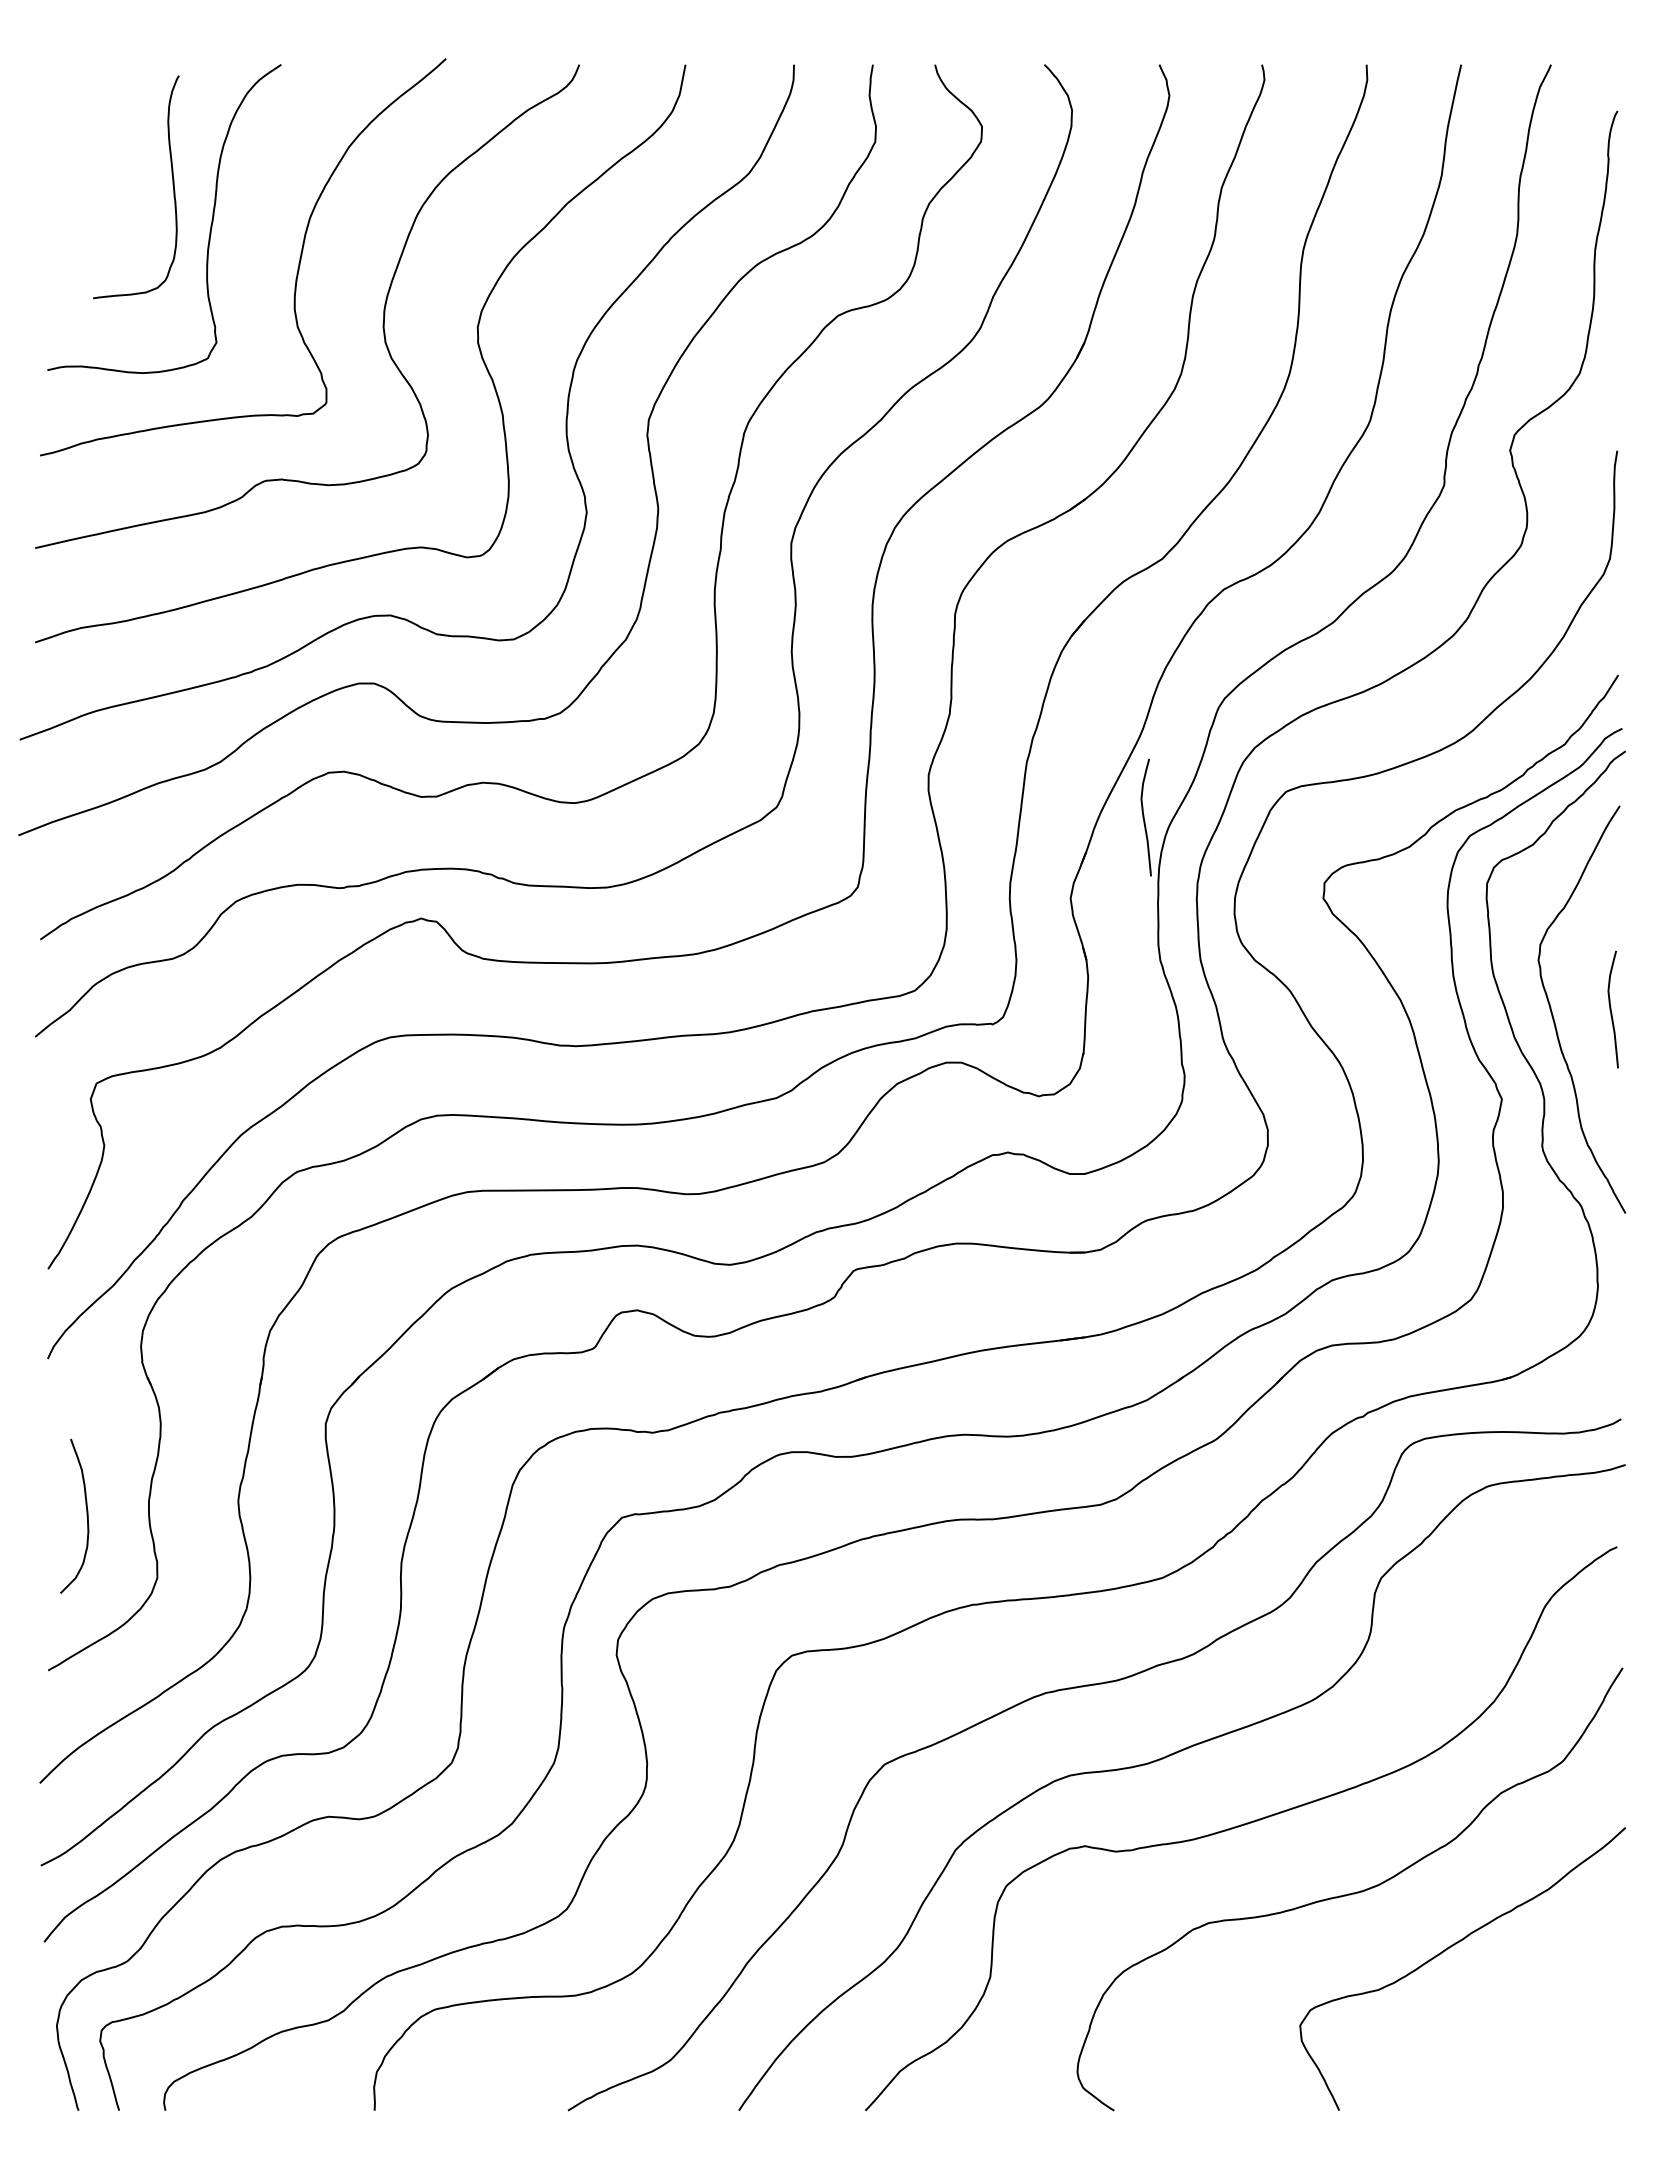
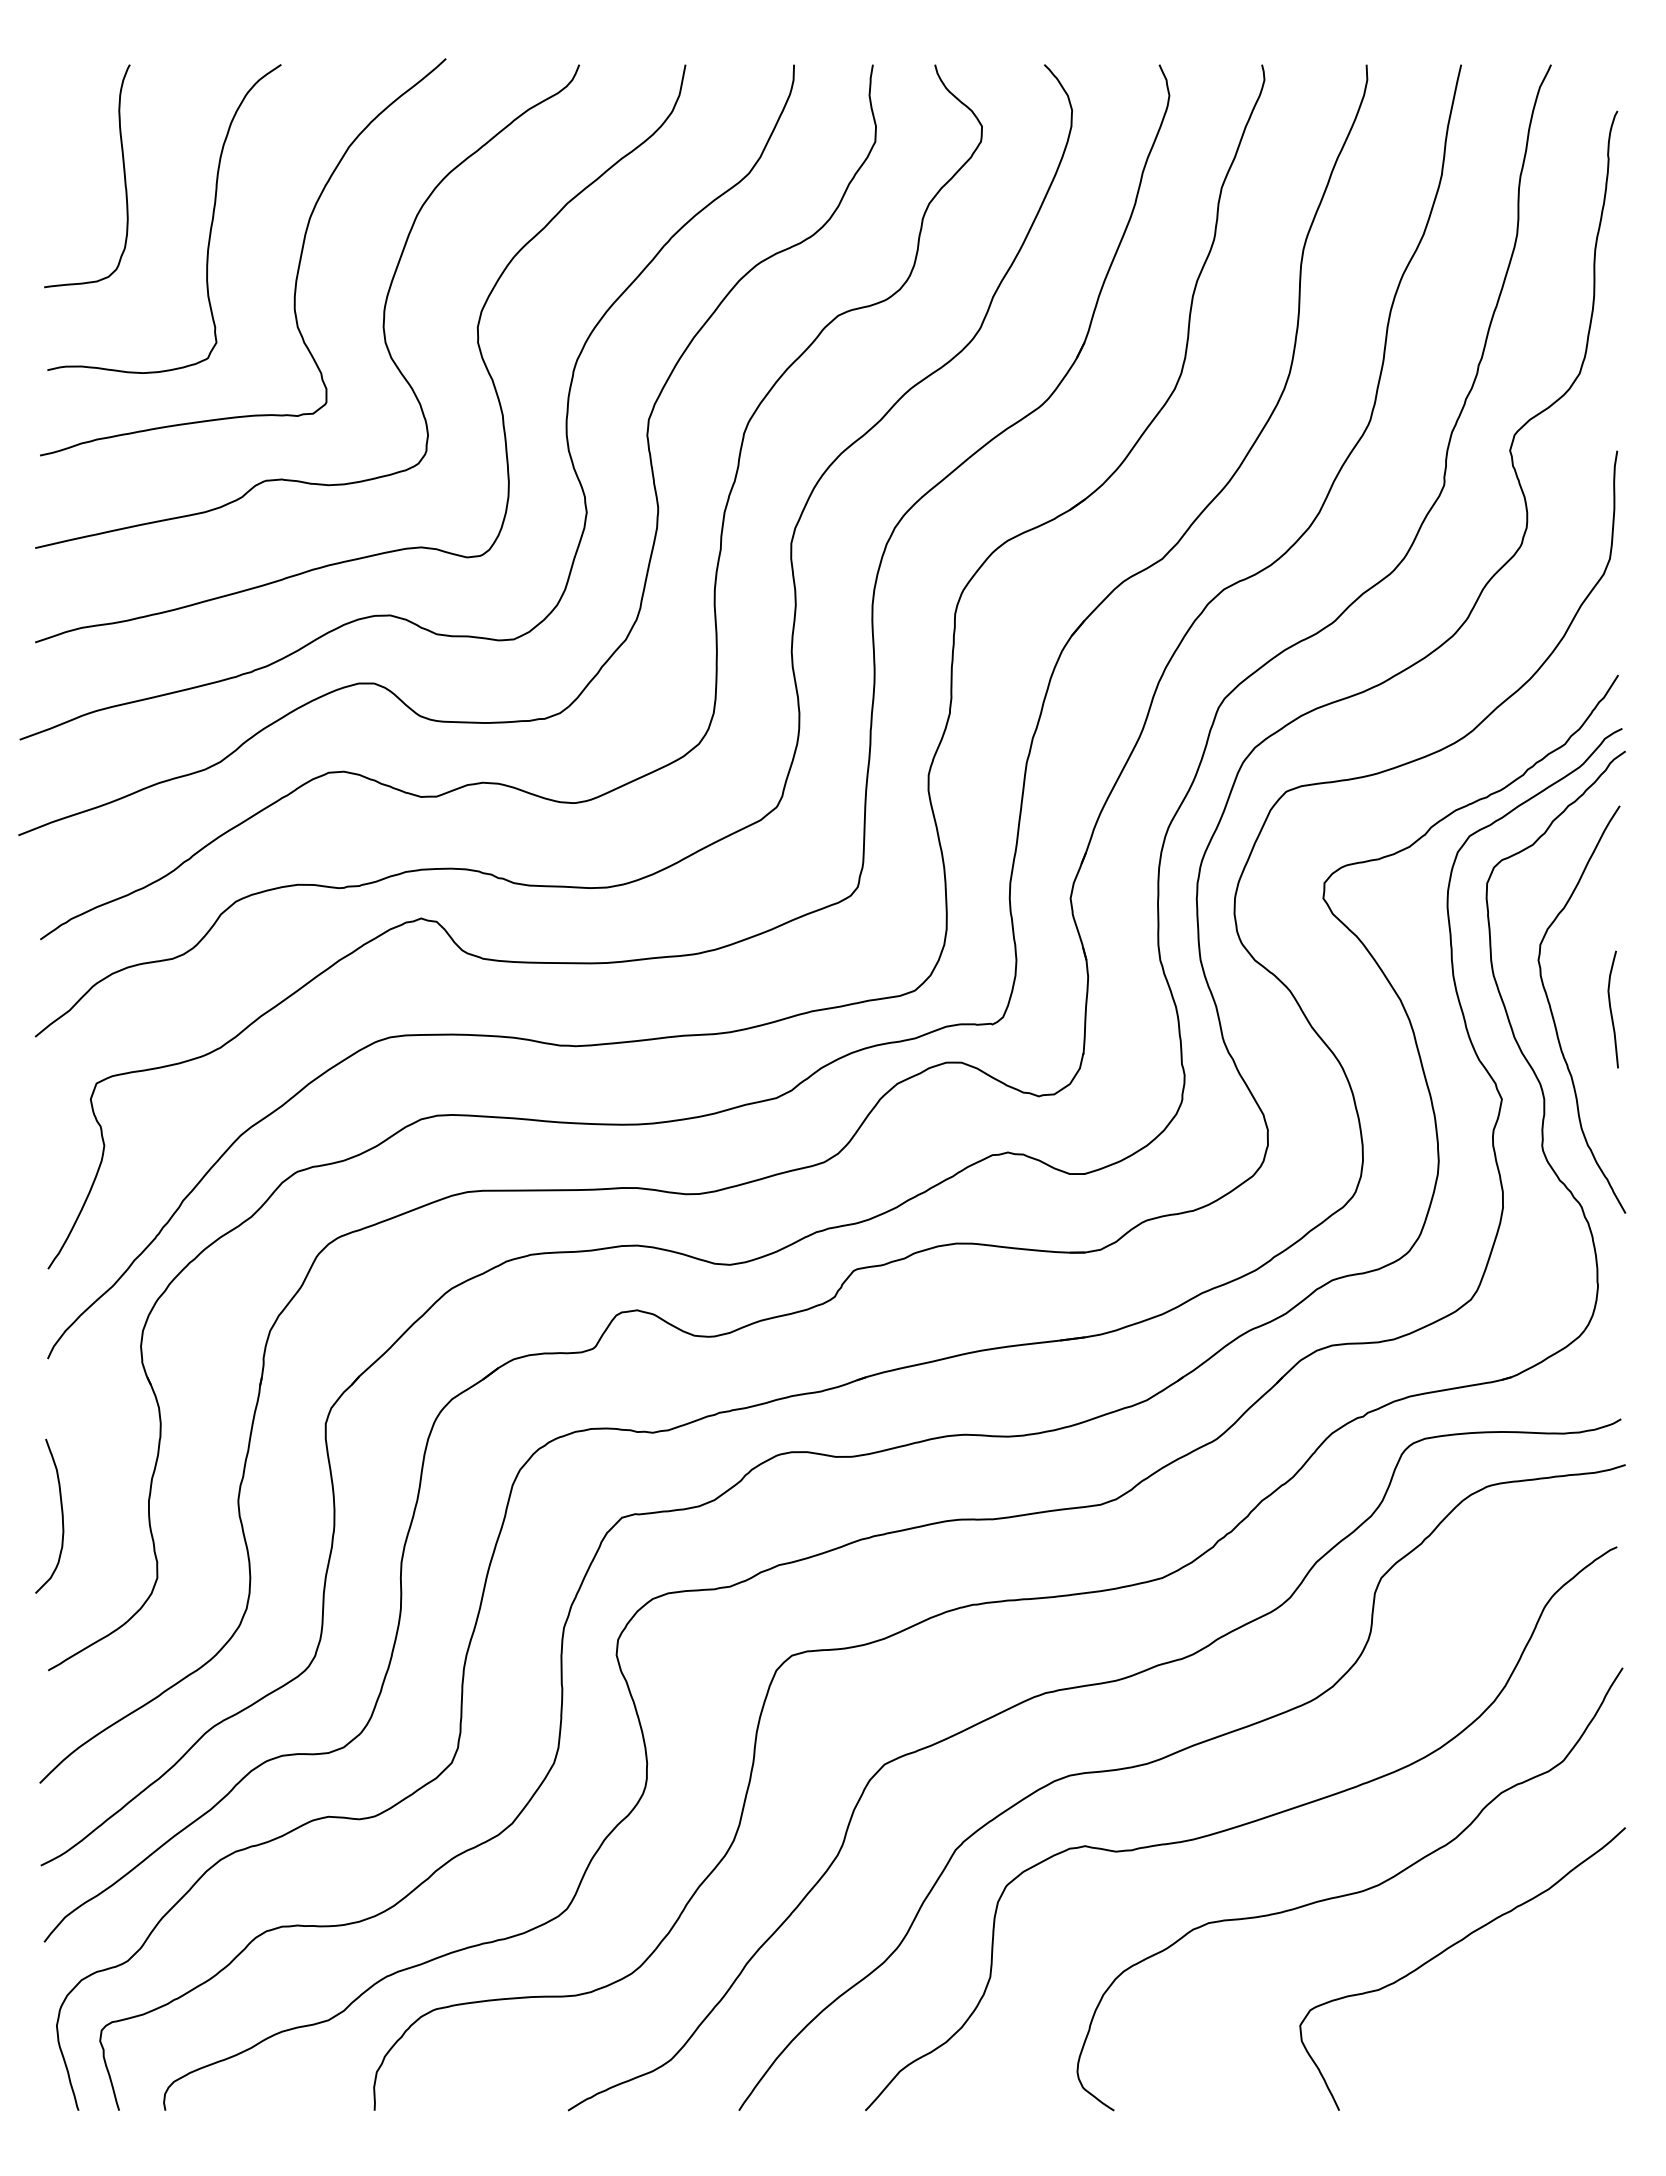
curve at (172, 185) position: (172, 185) -> (123, 174)
curve at (1144, 817): present -> none
curve at (86, 1515) position: (86, 1515) -> (61, 1515)
